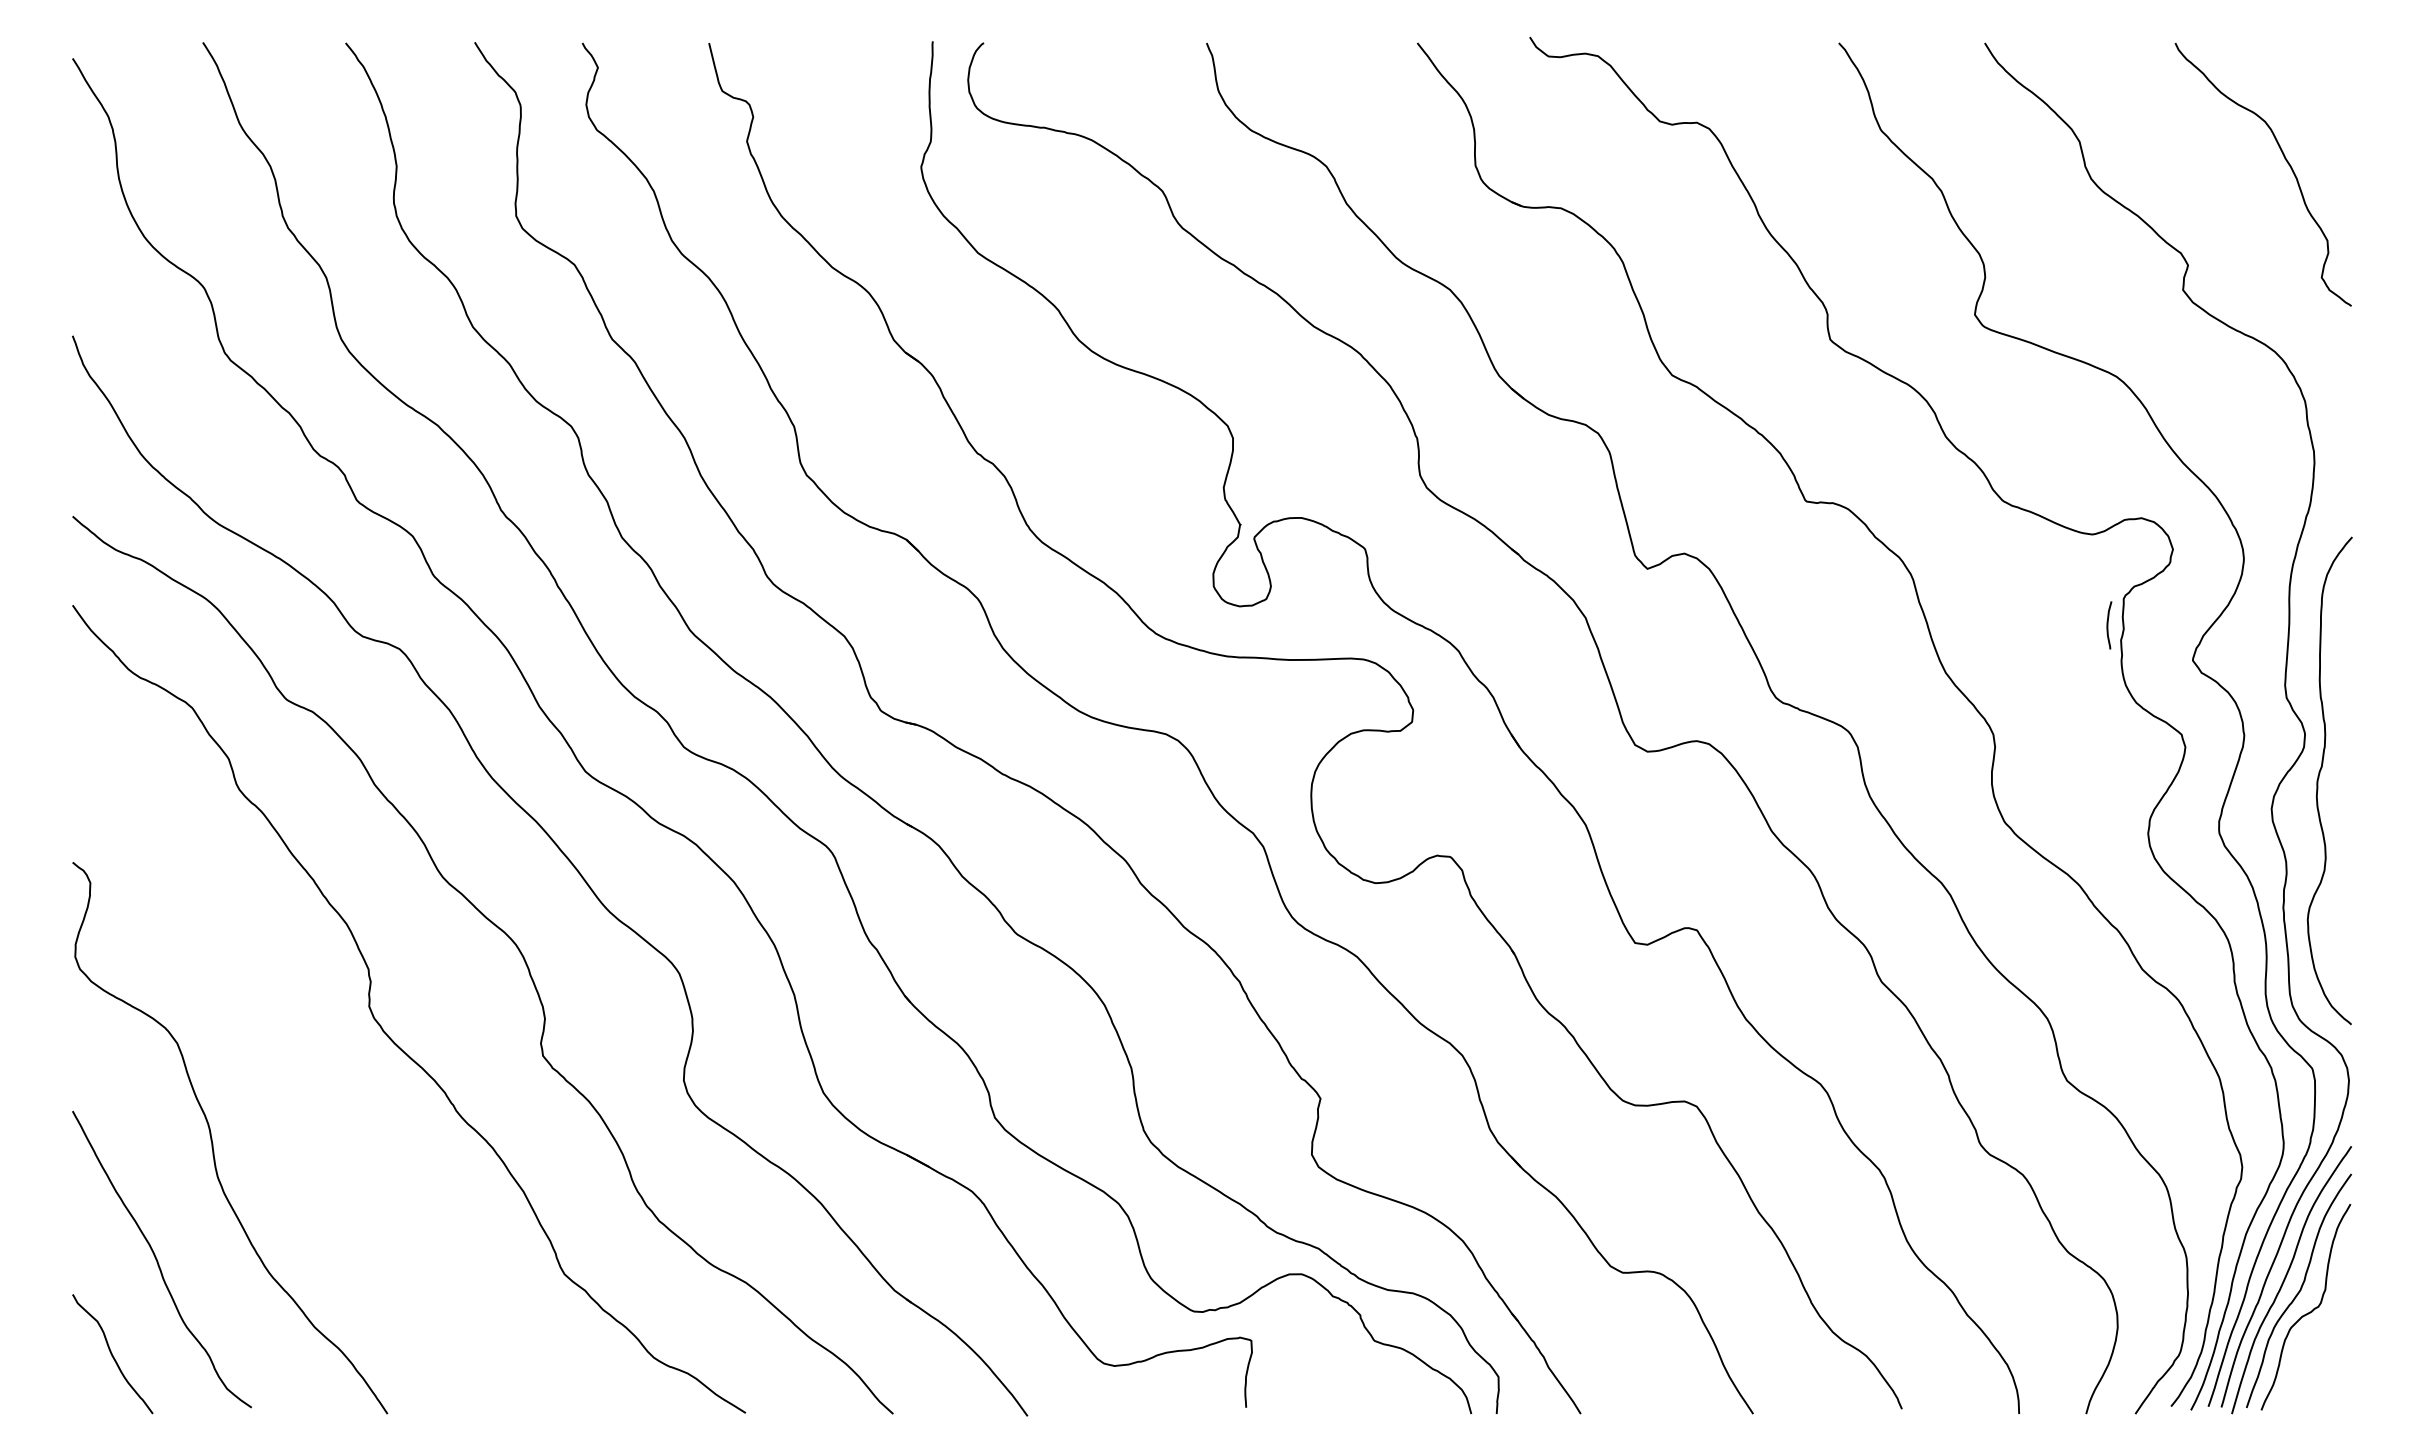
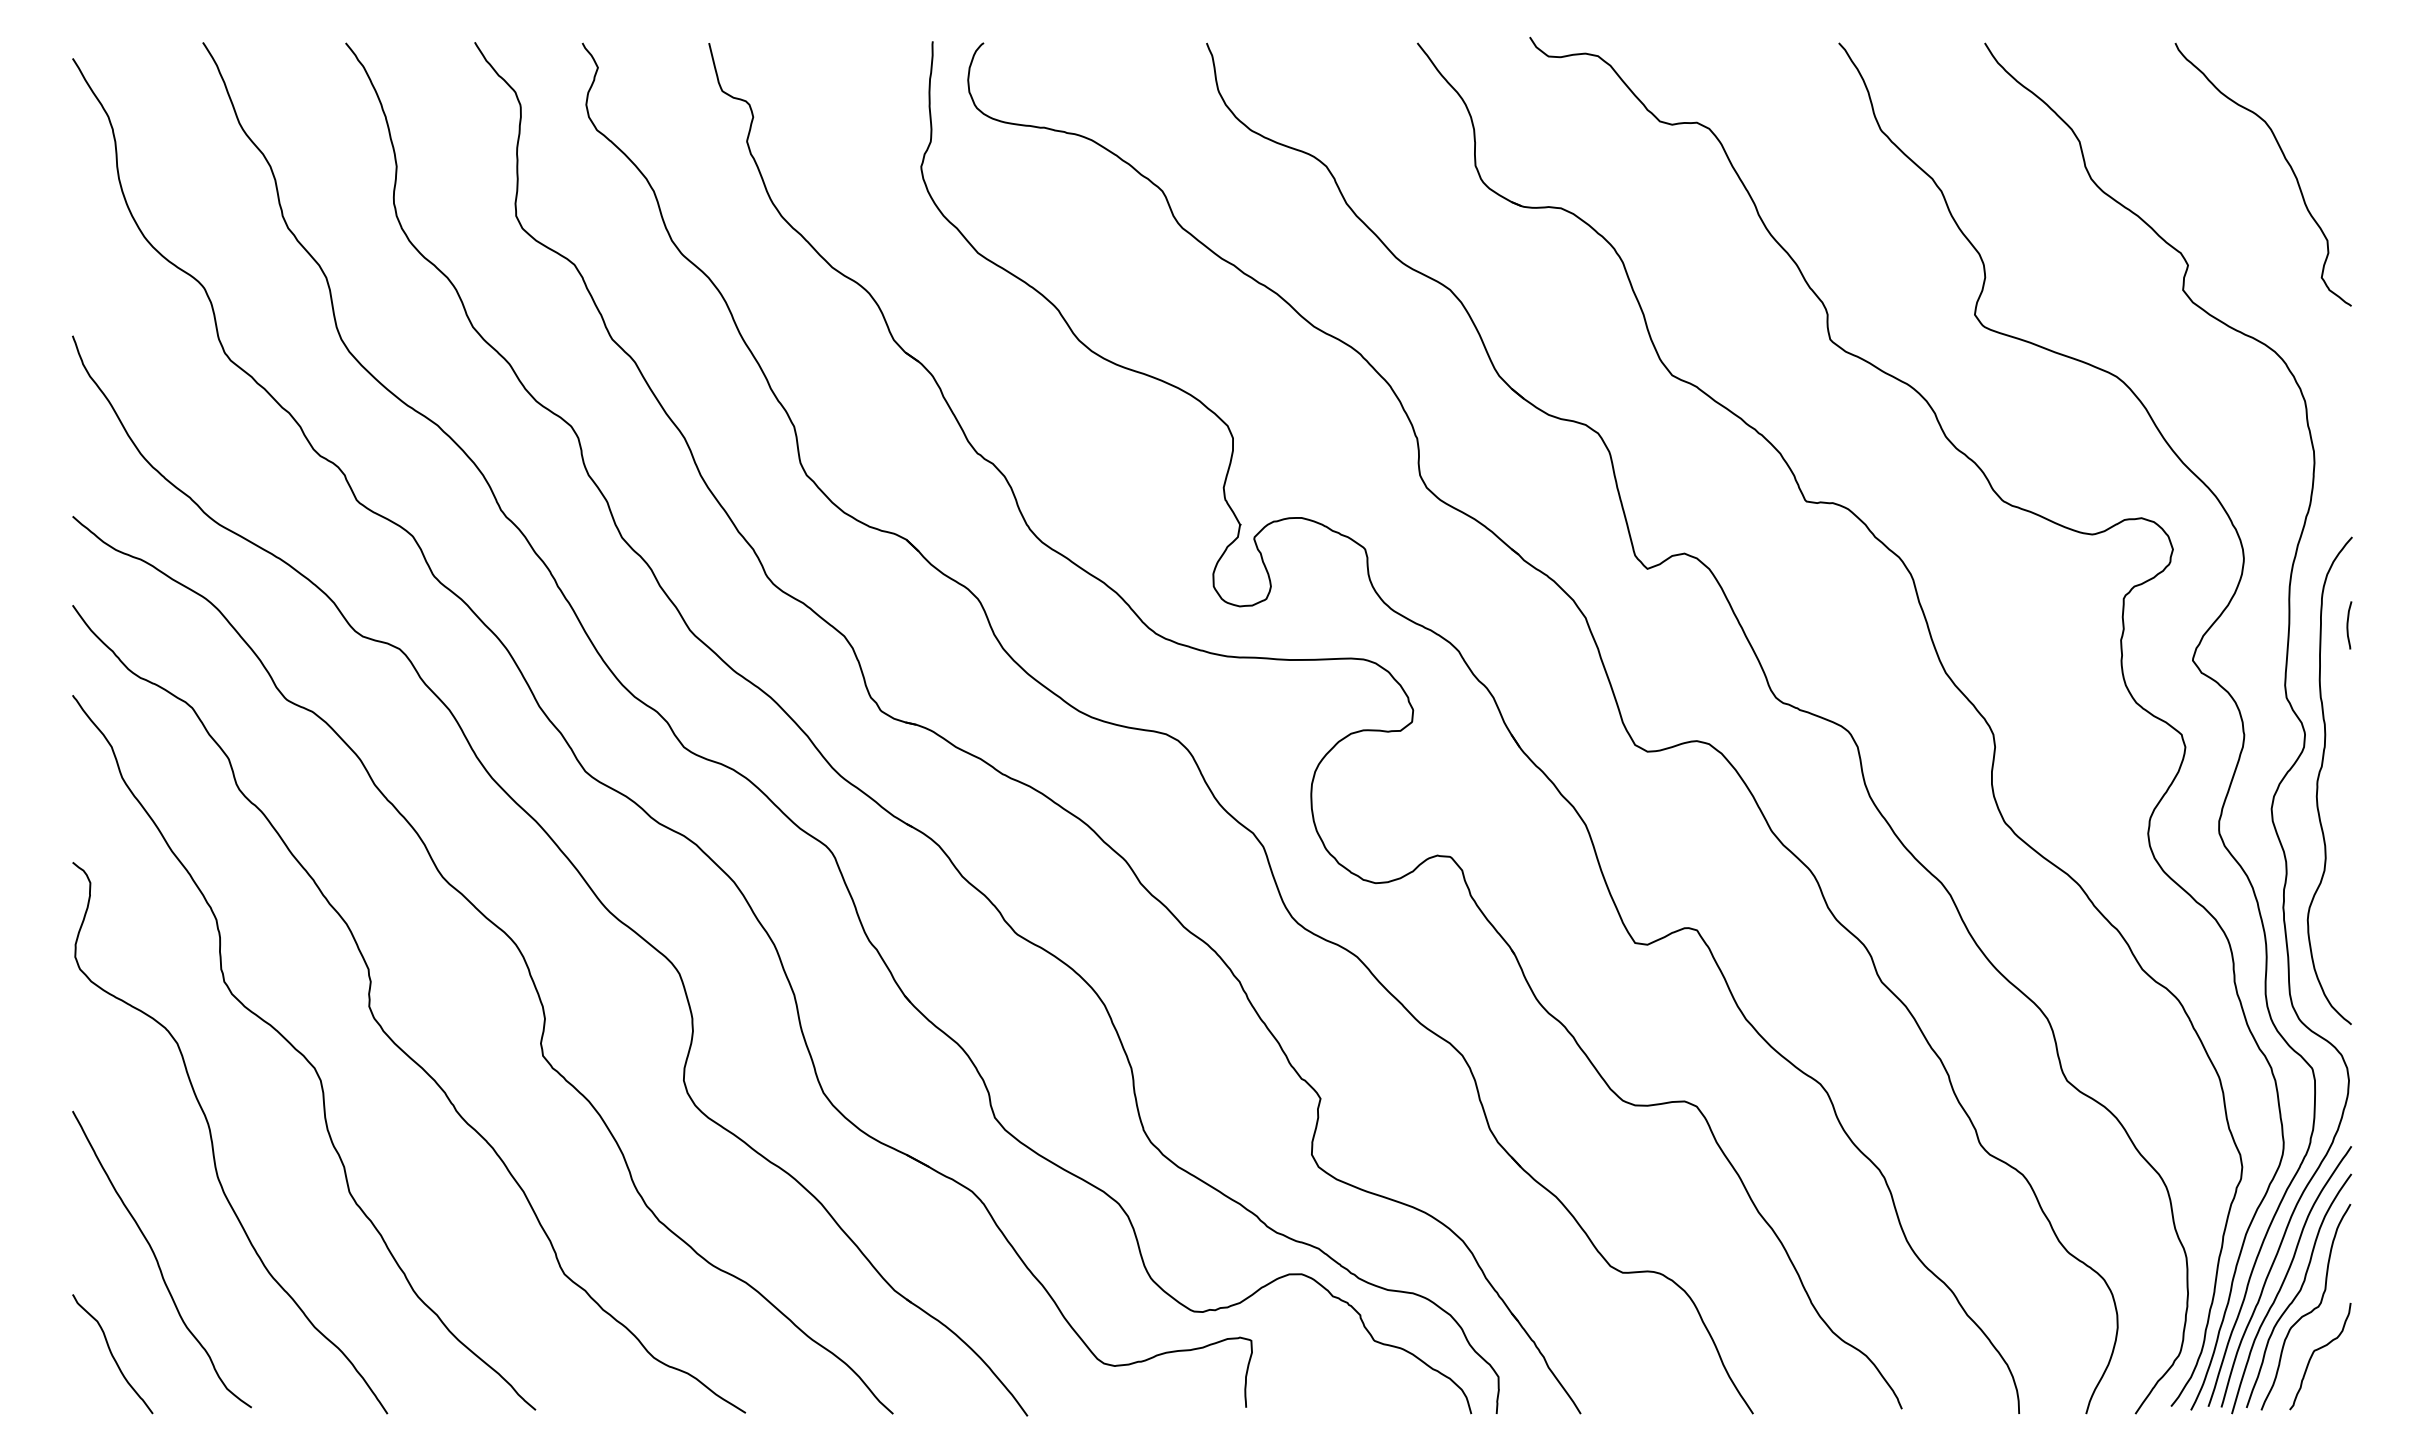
curve at (2108, 625) position: (2108, 625) -> (2348, 625)
curve at (302, 1053): none -> present
curve at (2318, 1350): none -> present
